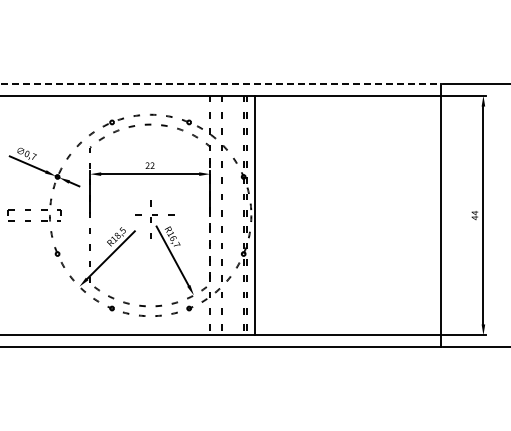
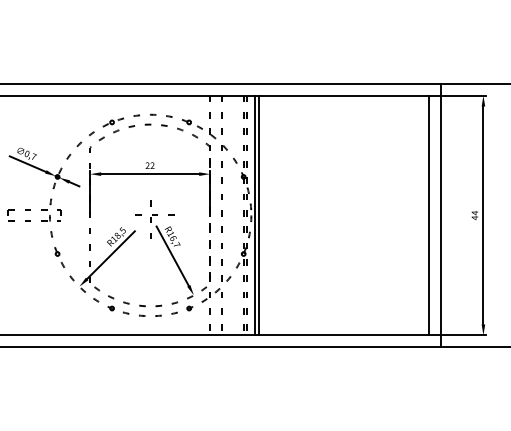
line at (220, 83): dashed -> solid
line at (258, 215): none -> present
line at (428, 215): none -> present
